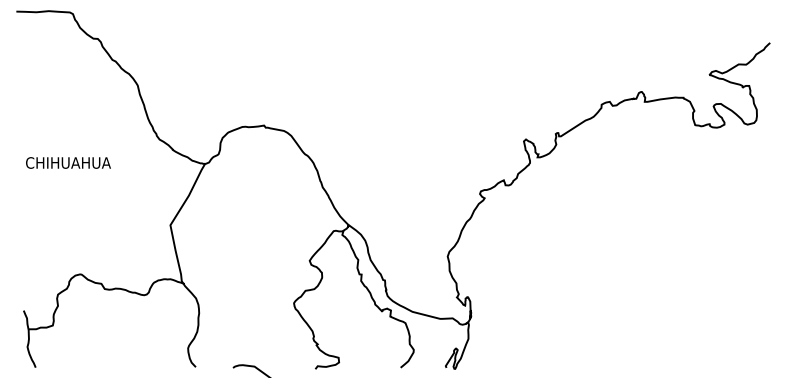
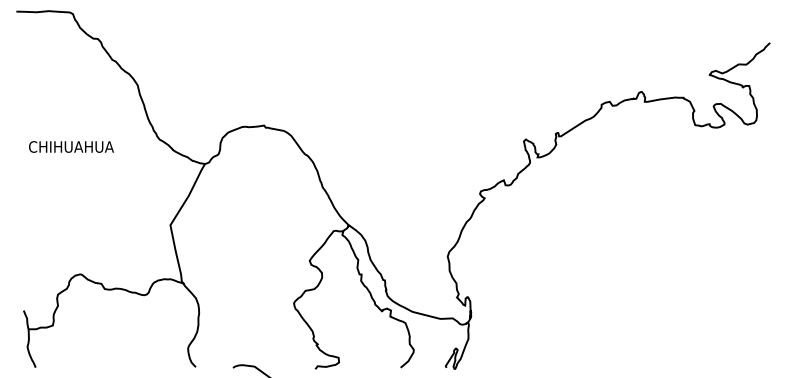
text at (68, 162) position: (68, 162) -> (71, 146)
